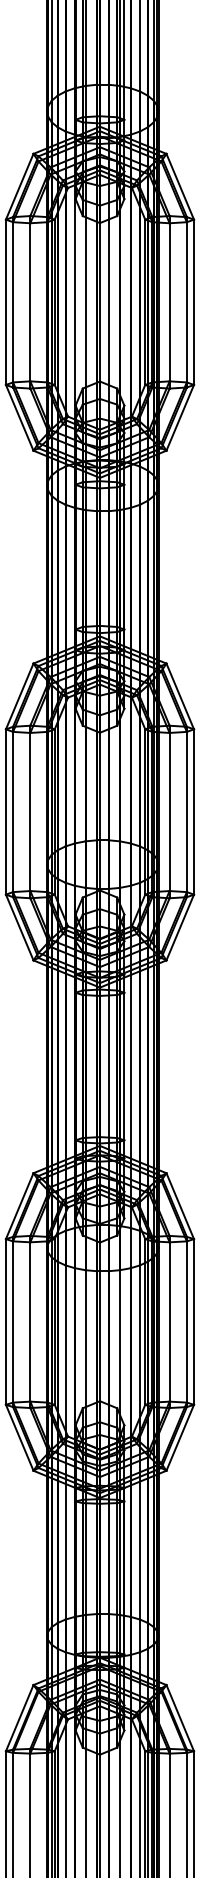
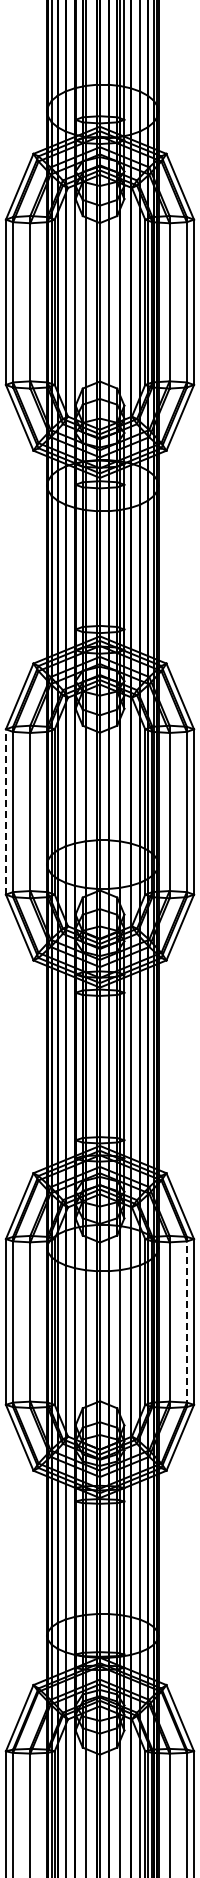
line at (5, 812): solid -> dashed
line at (186, 1321): solid -> dashed
